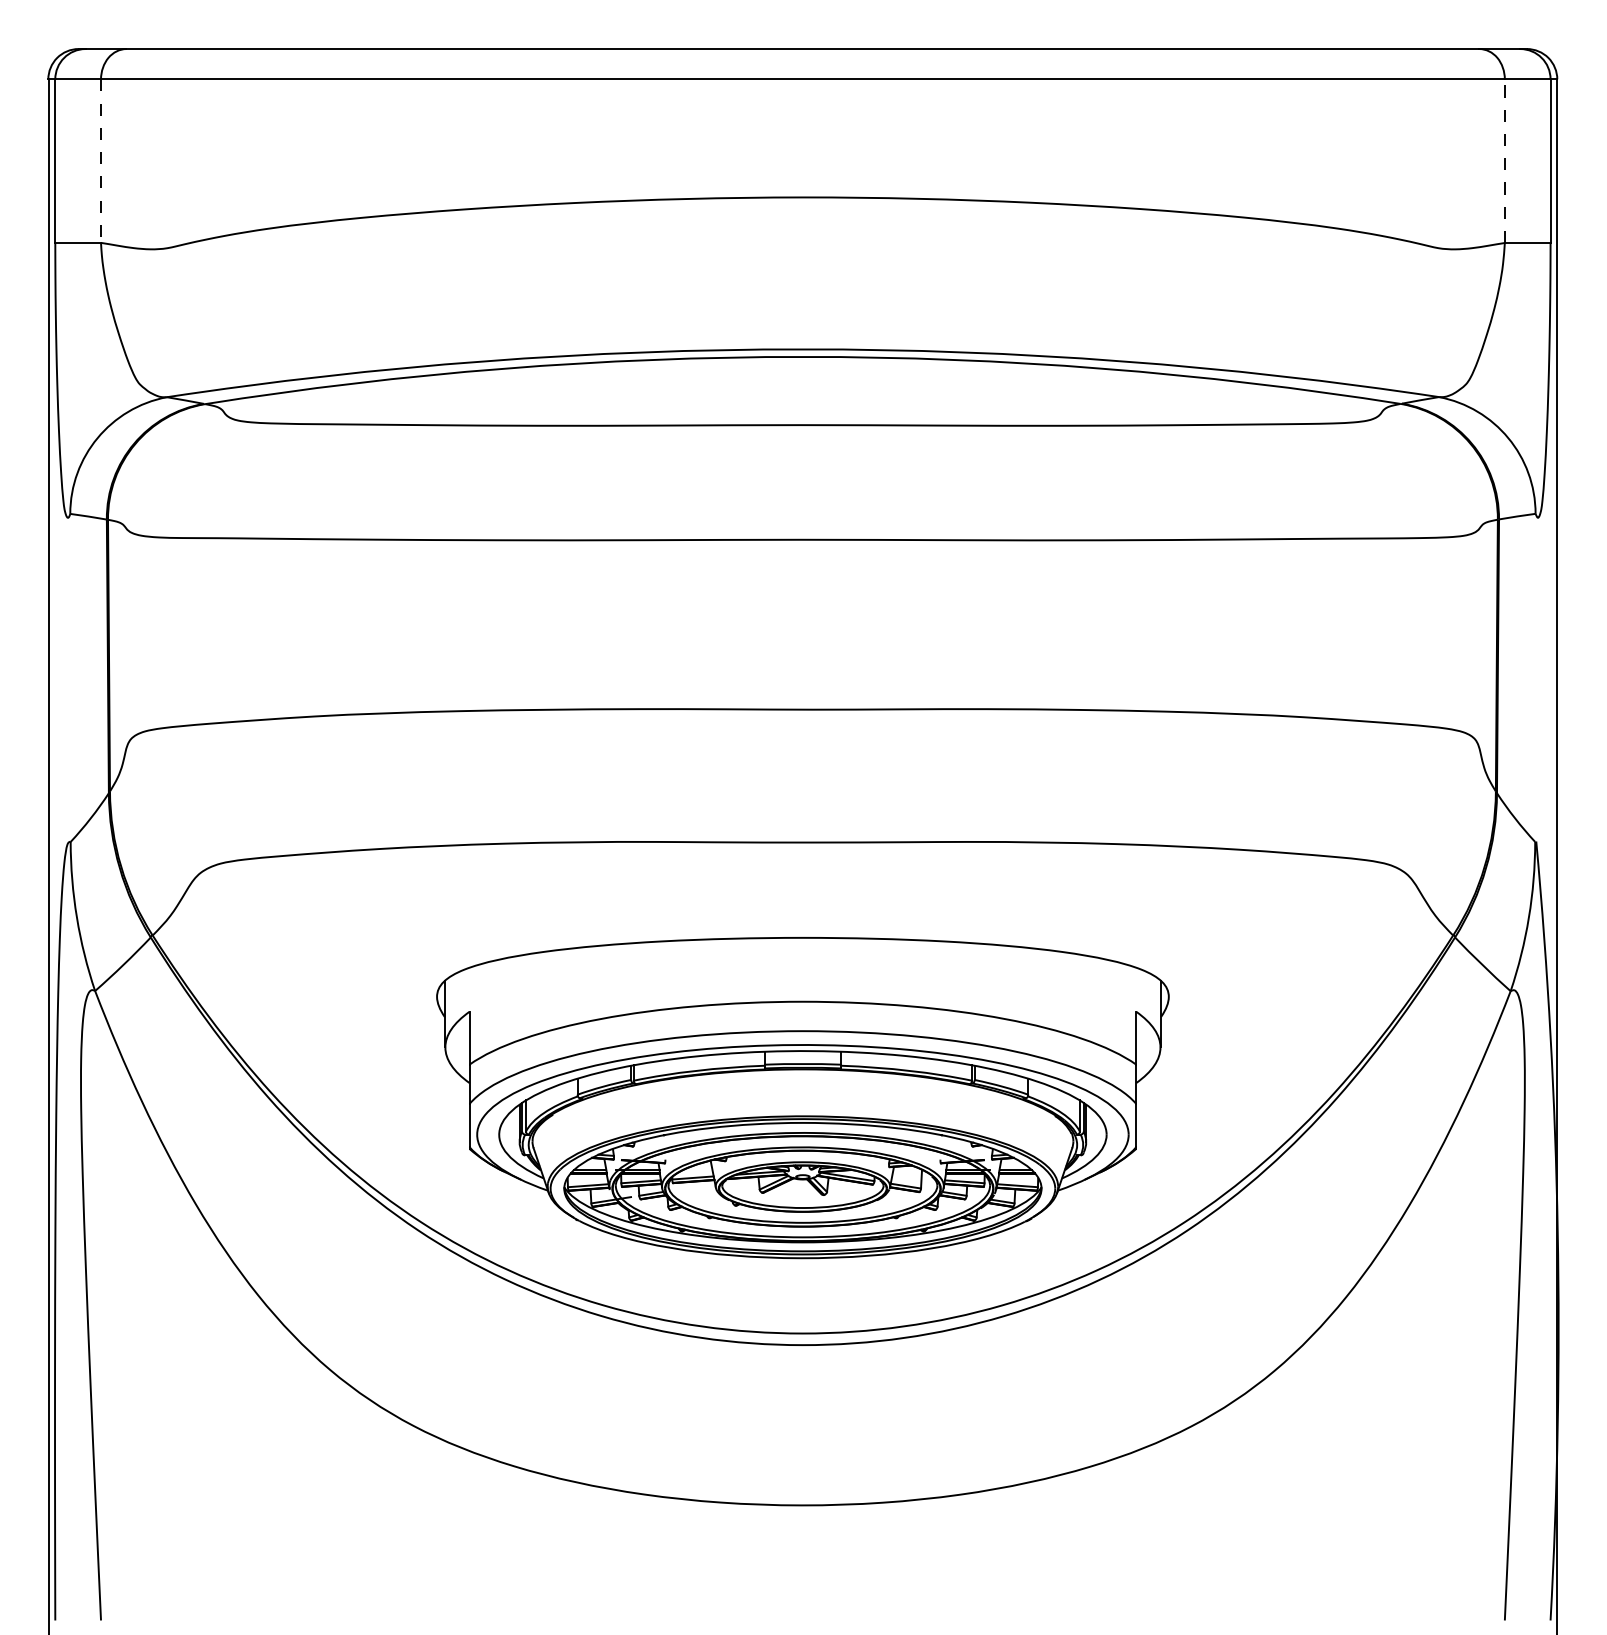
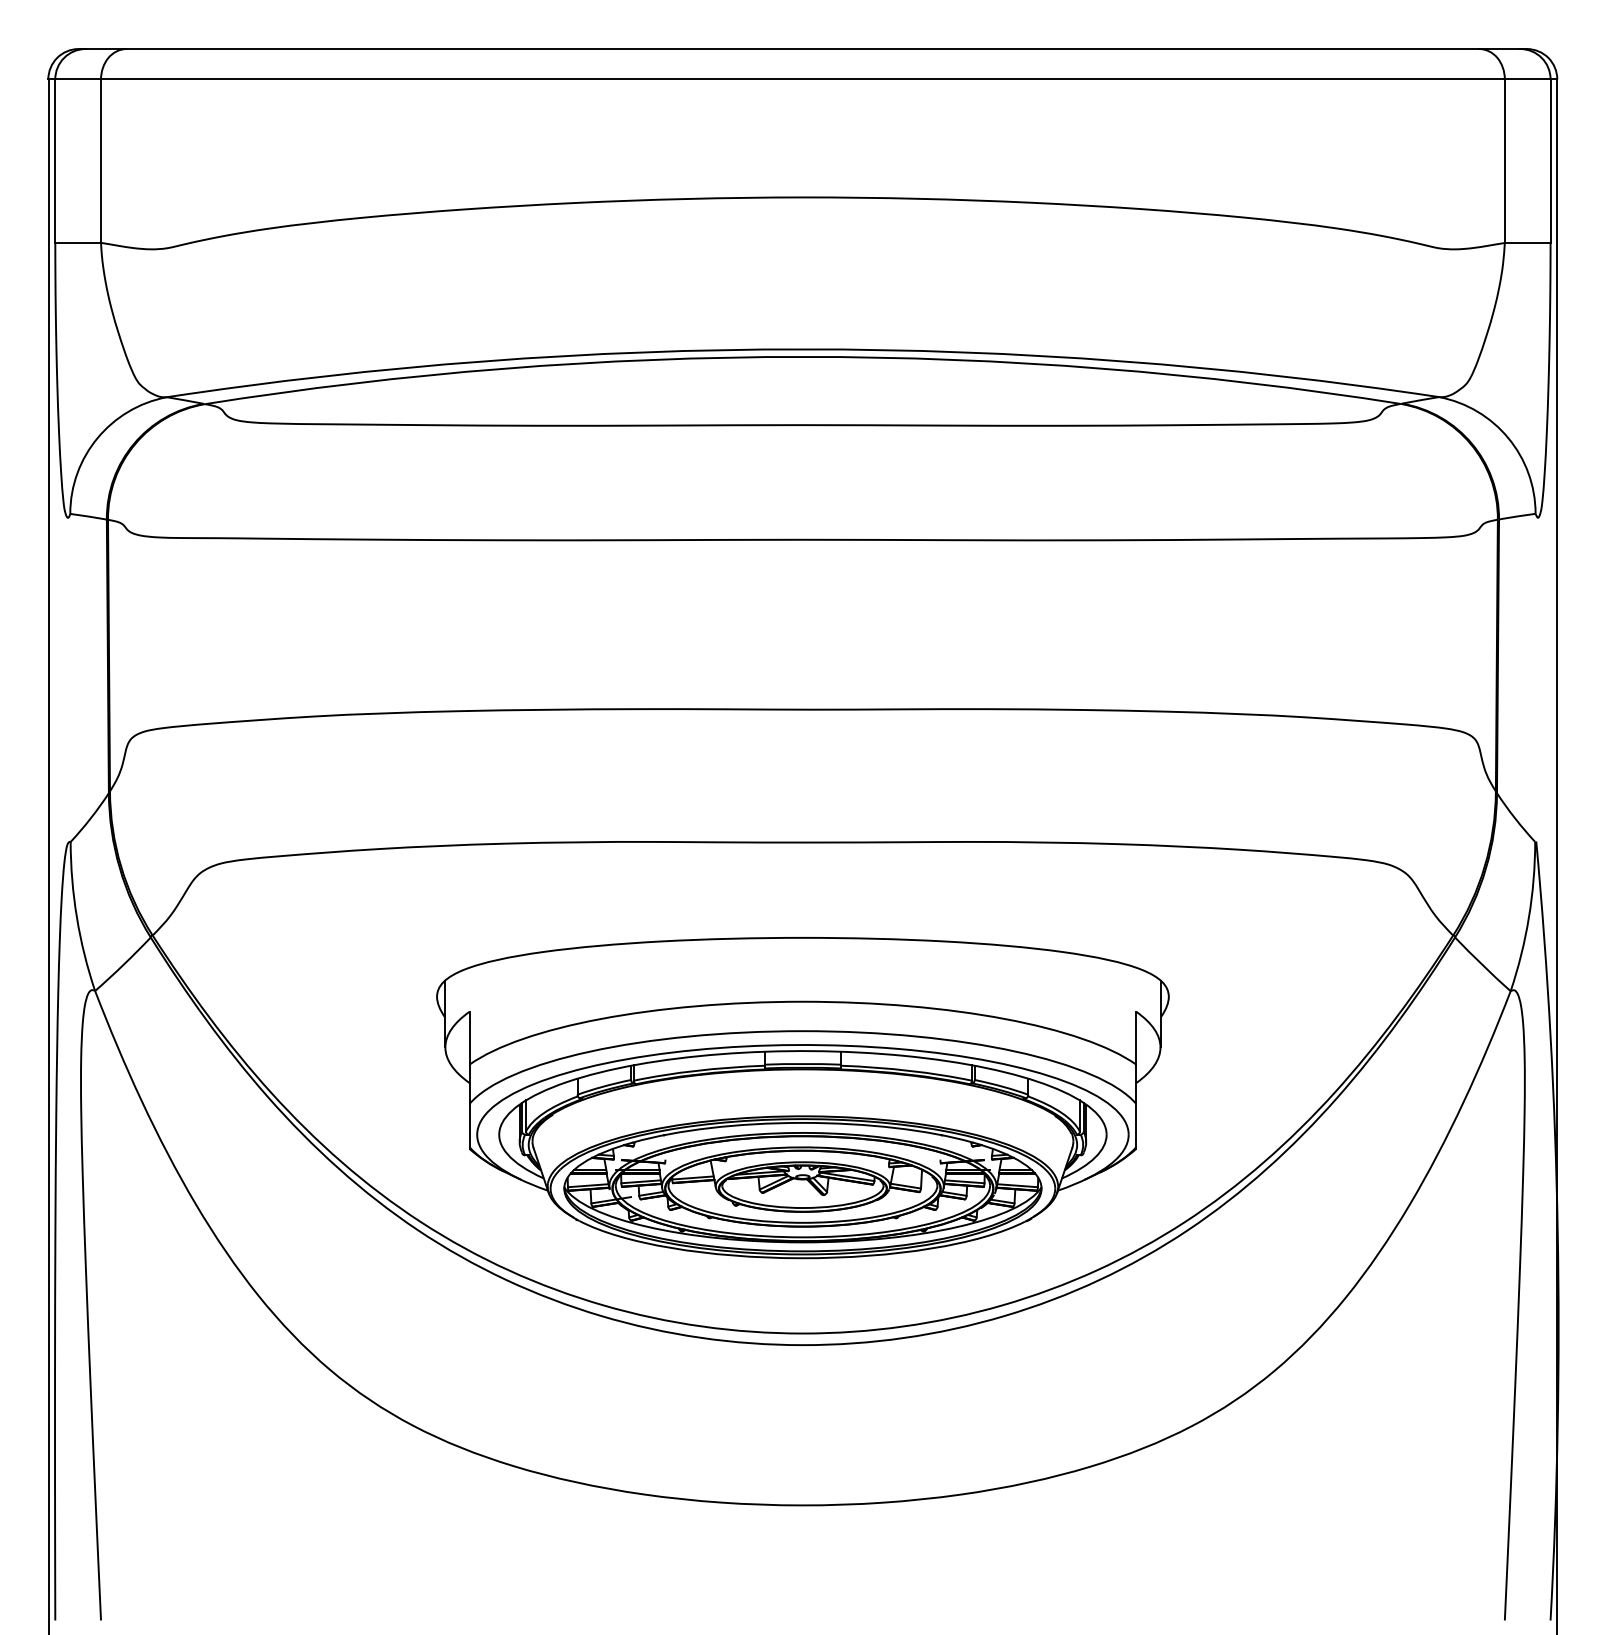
line at (101, 161): dashed -> solid
line at (1504, 161): dashed -> solid
